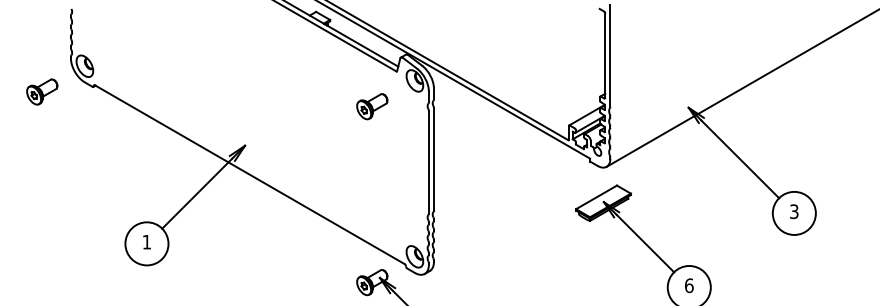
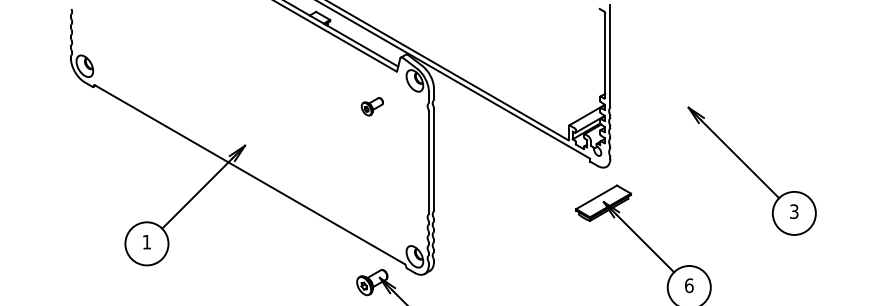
line at (741, 88): present -> none
part at (42, 91): present -> none
part at (372, 106) size: 33x28 px -> 24x20 px
